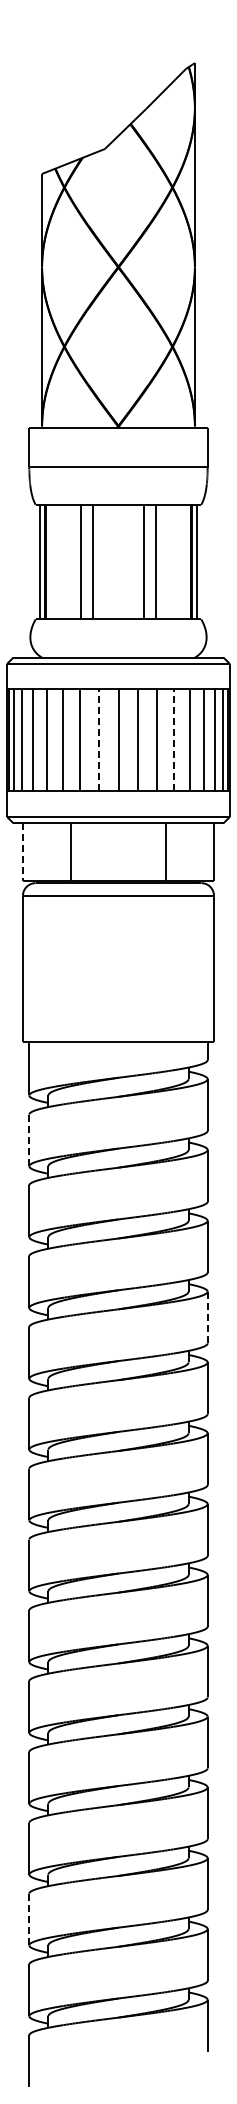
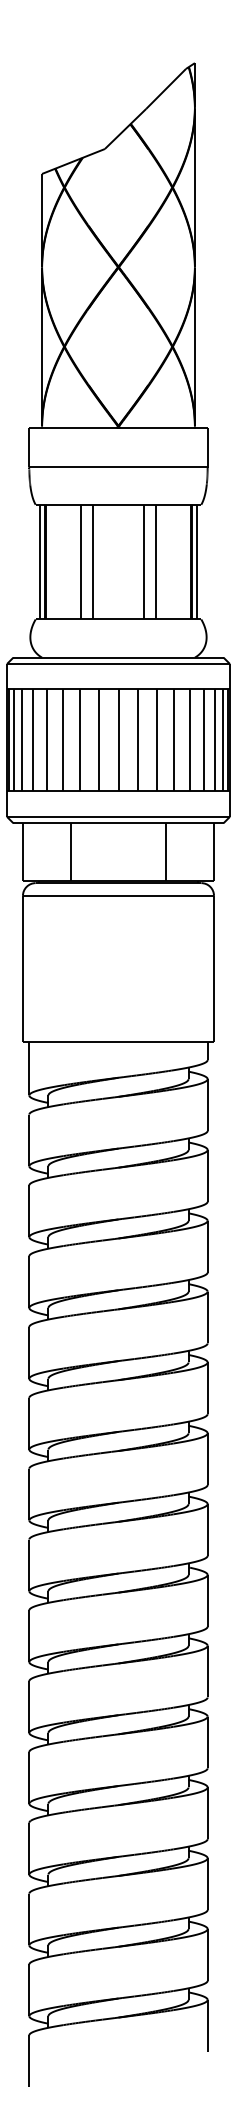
line at (99, 740): dashed -> solid
line at (174, 740): dashed -> solid
line at (22, 851): dashed -> solid
line at (29, 1140): dashed -> solid
line at (207, 1317): dashed -> solid
line at (29, 1919): dashed -> solid
